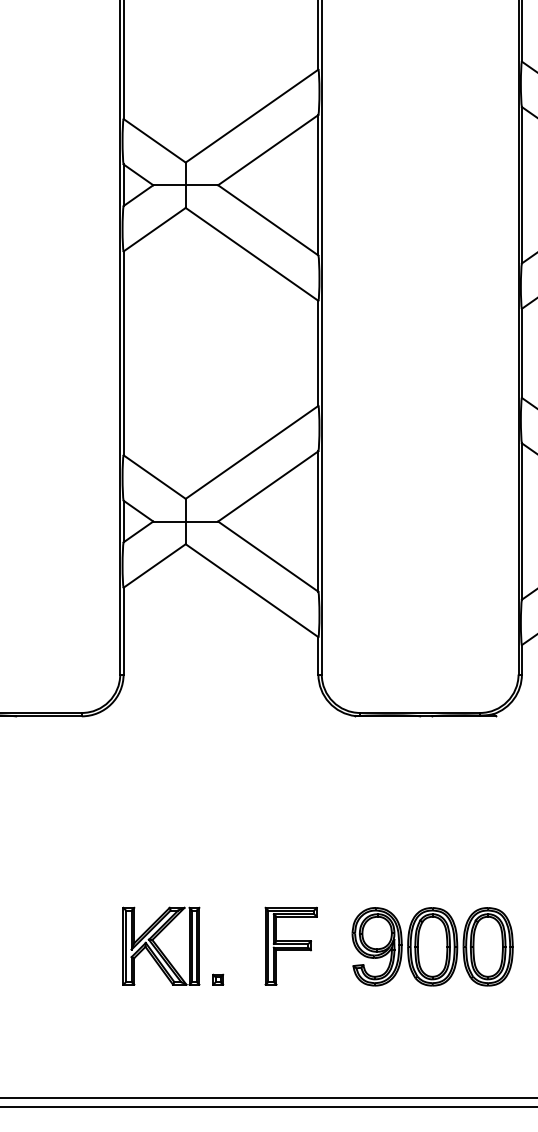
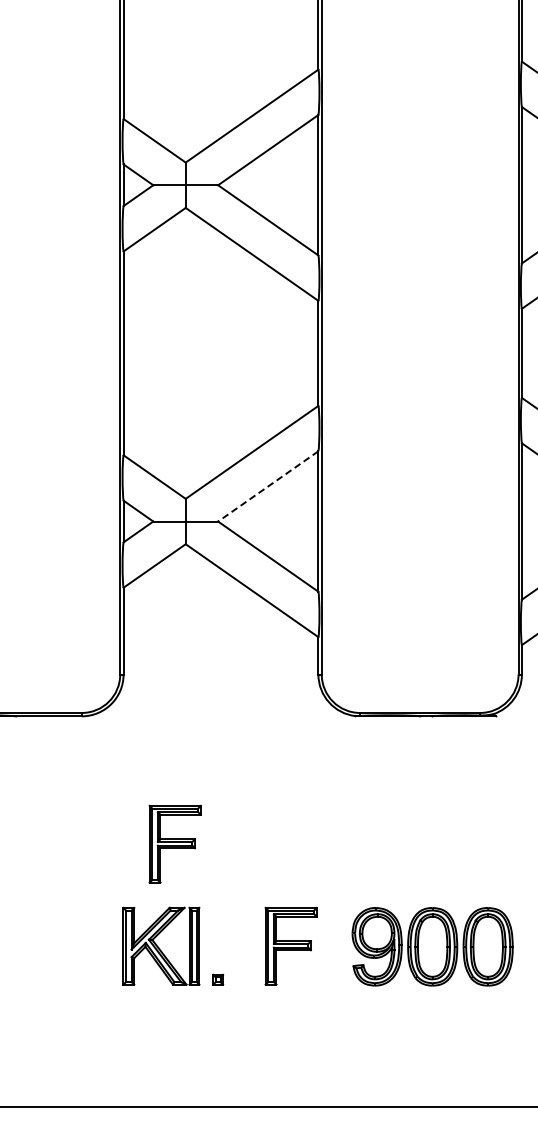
line at (267, 486): solid -> dashed
part at (174, 843): none -> present
line at (268, 1098): present -> none
